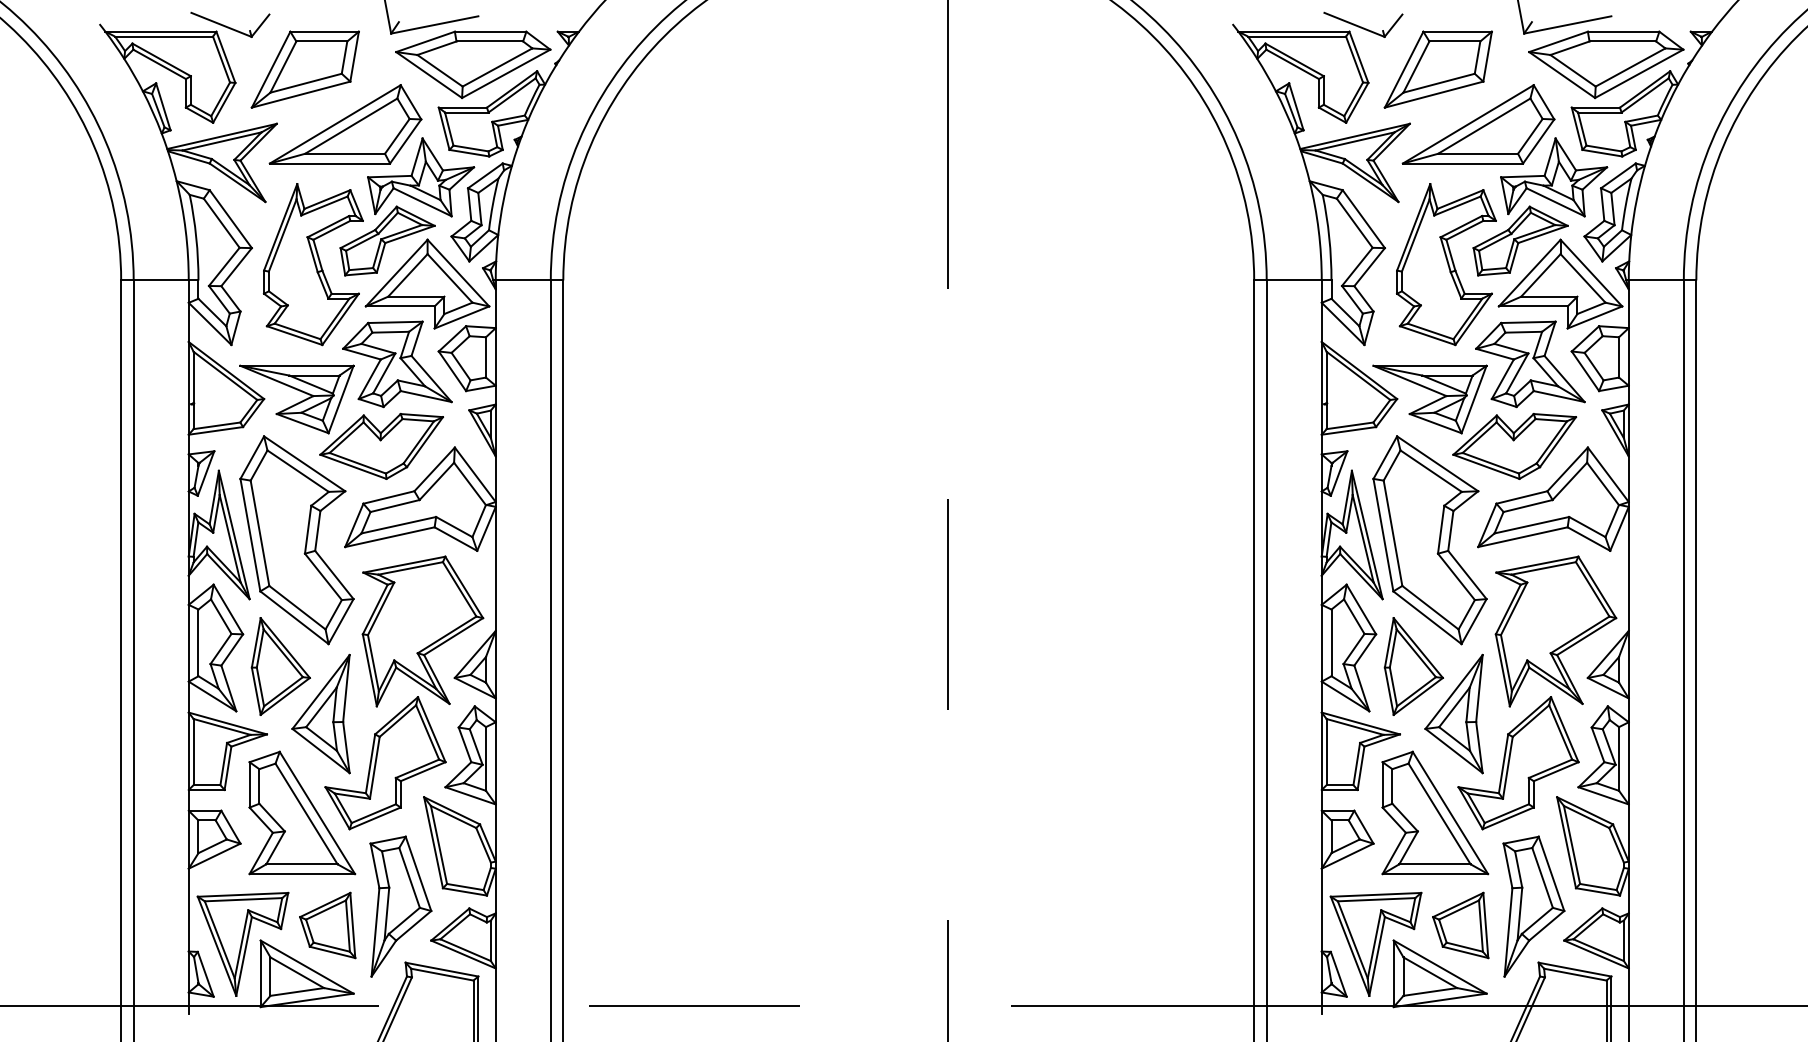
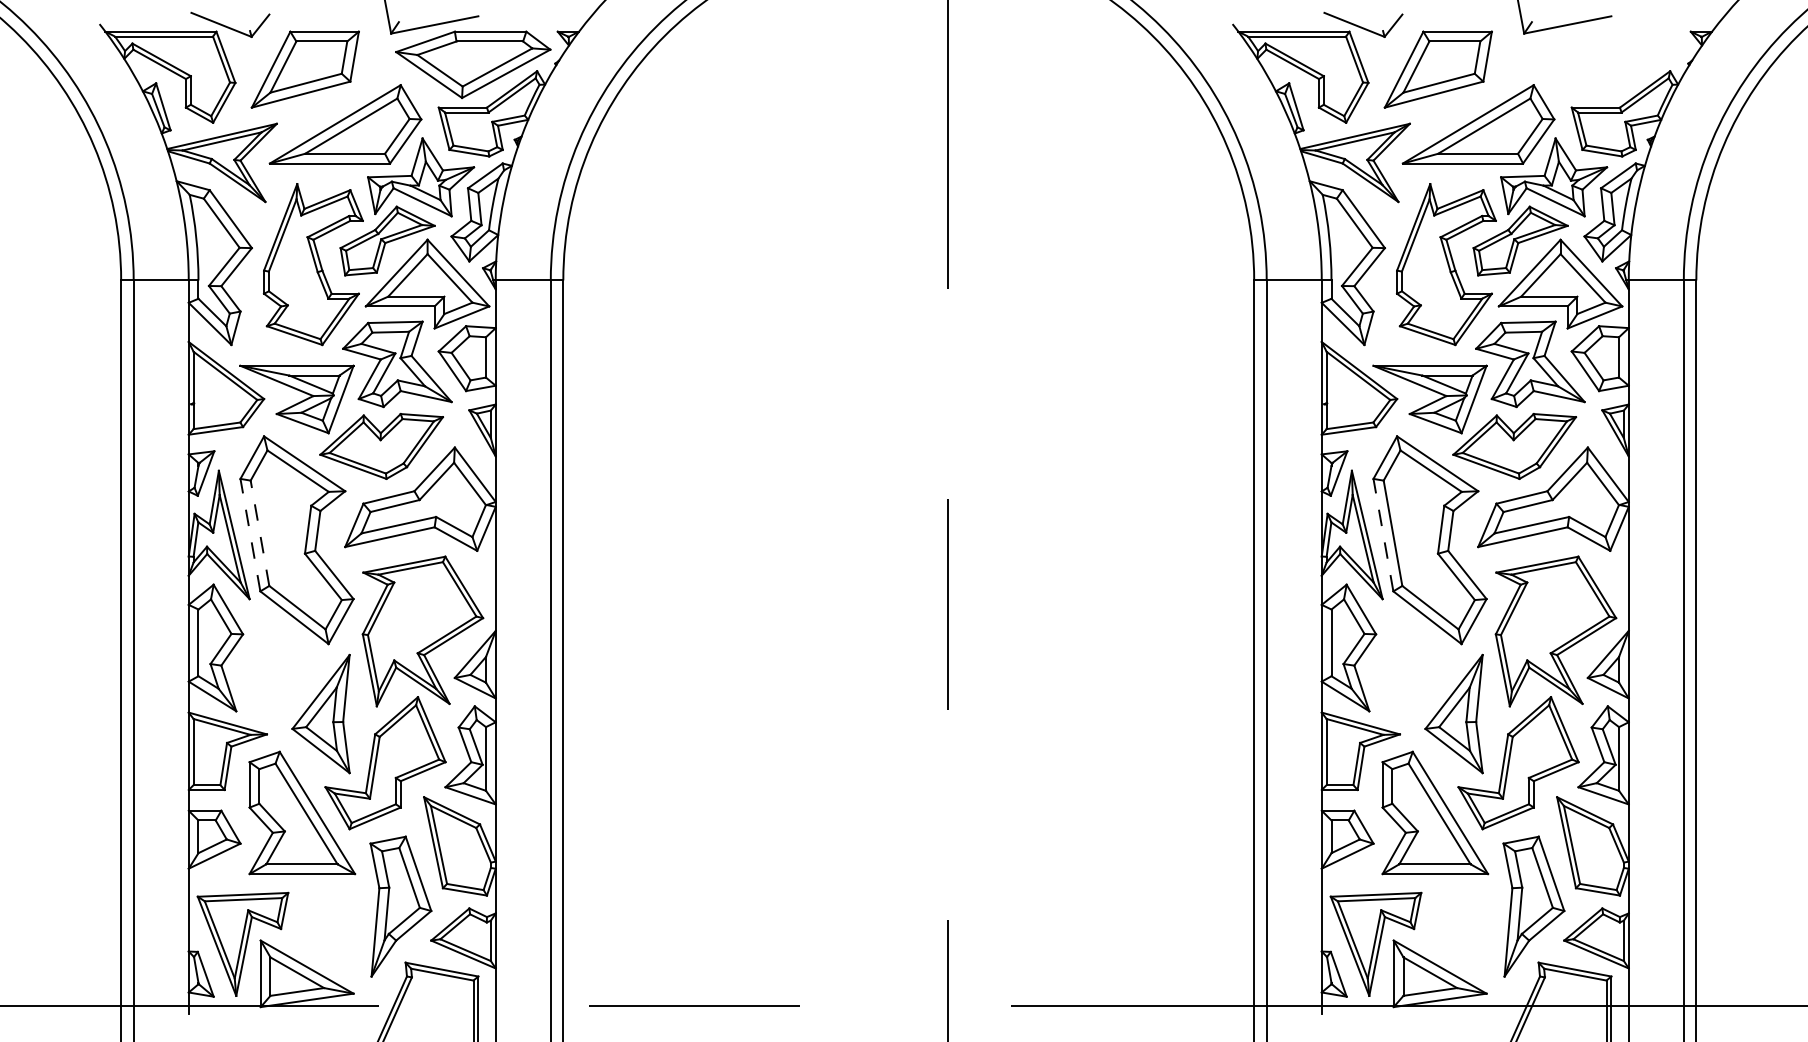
part at (1606, 64): present -> none
line at (259, 532): solid -> dashed
line at (250, 534): solid -> dashed
line at (1383, 534): solid -> dashed
part at (280, 666): present -> none
part at (1413, 666): present -> none
part at (327, 925): present -> none
part at (1460, 925): present -> none
